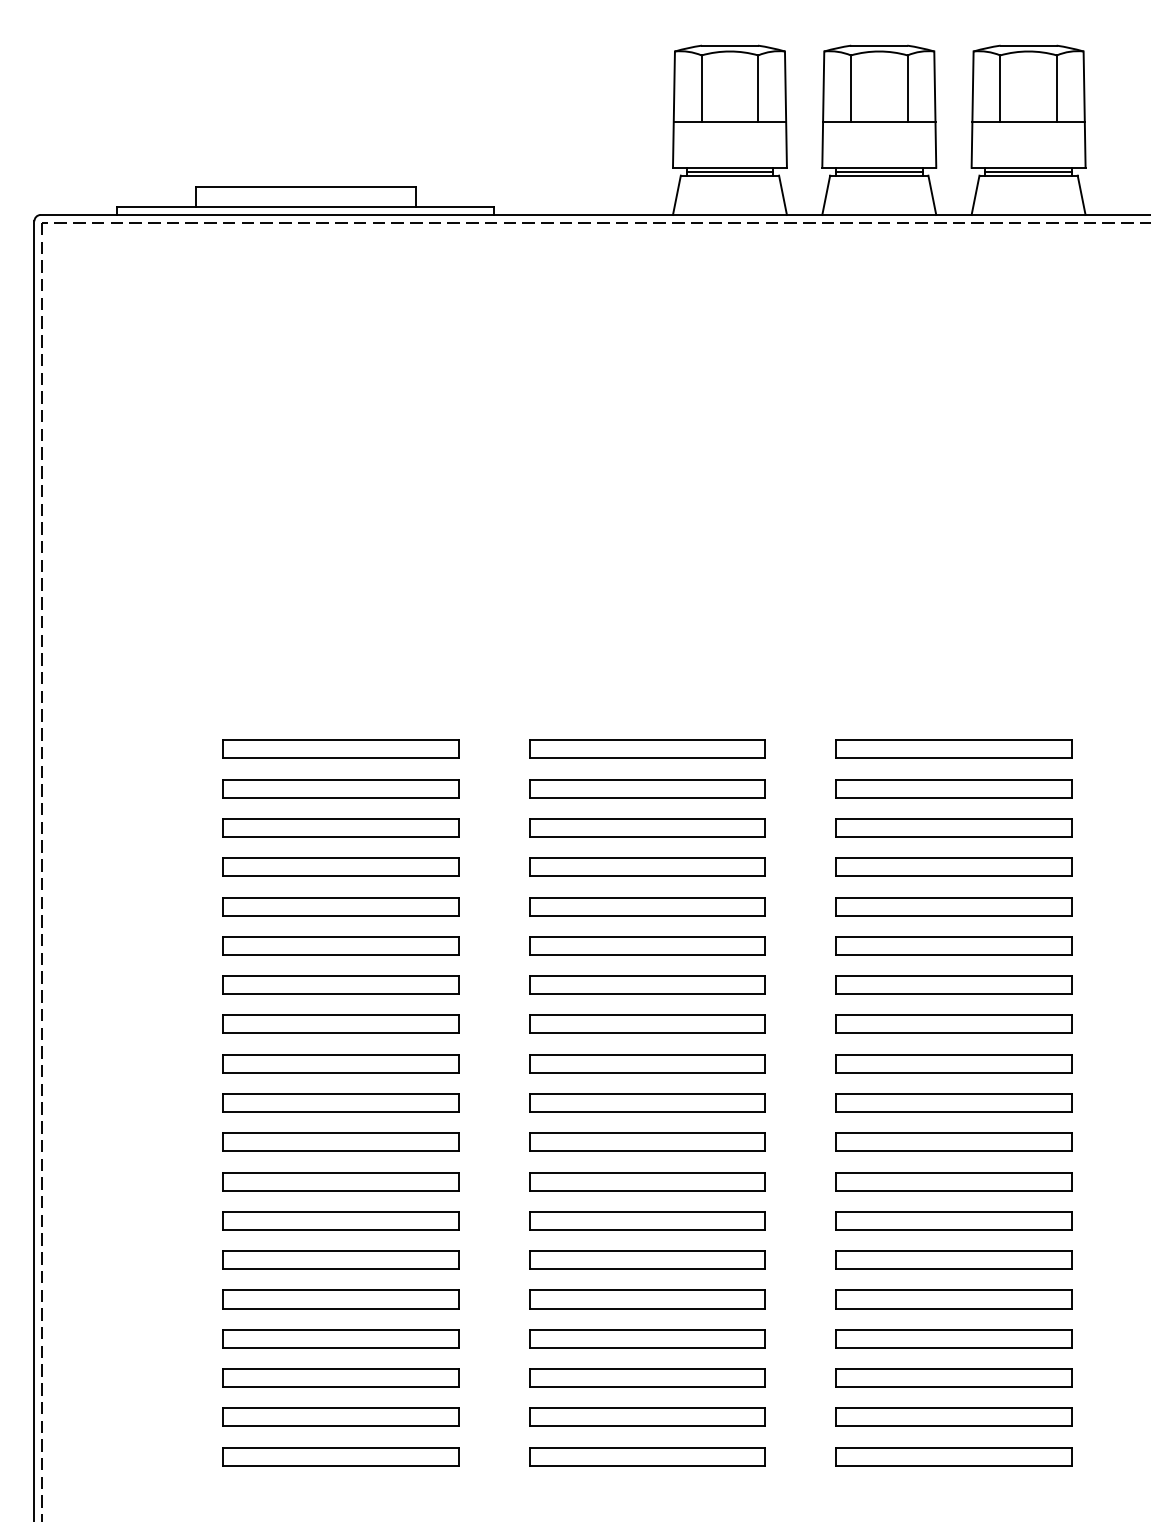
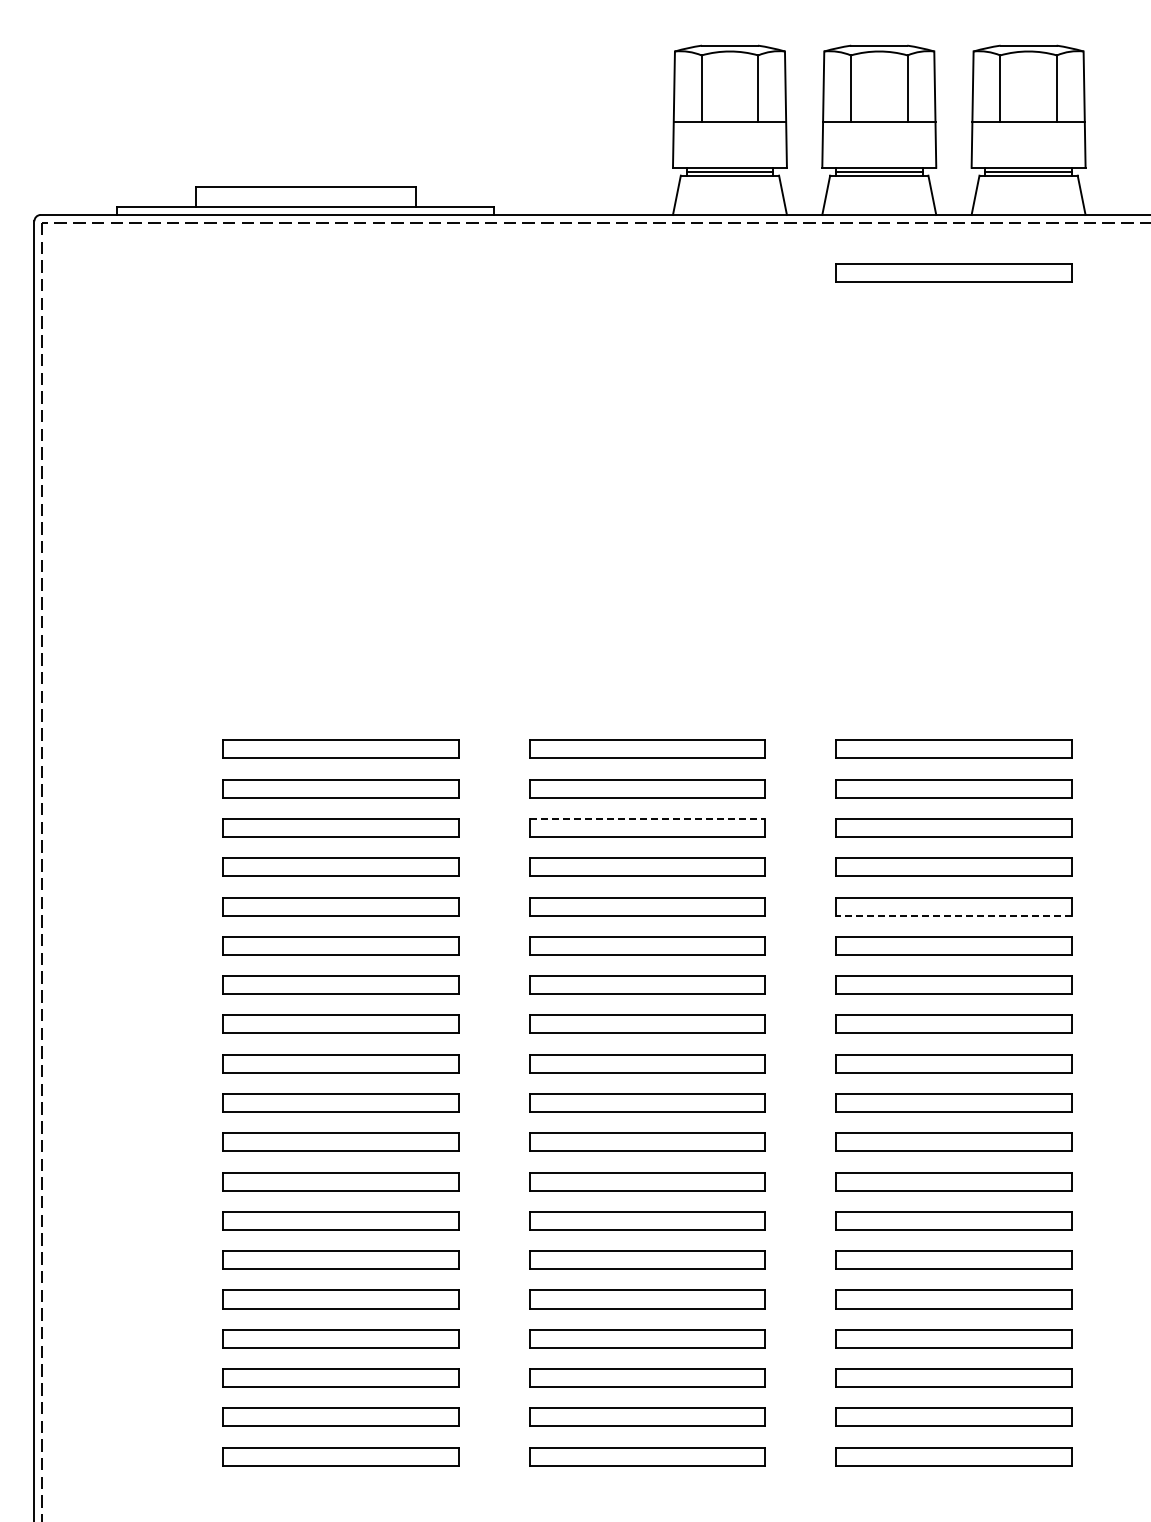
part at (953, 272): none -> present
line at (647, 818): solid -> dashed
line at (953, 915): solid -> dashed
